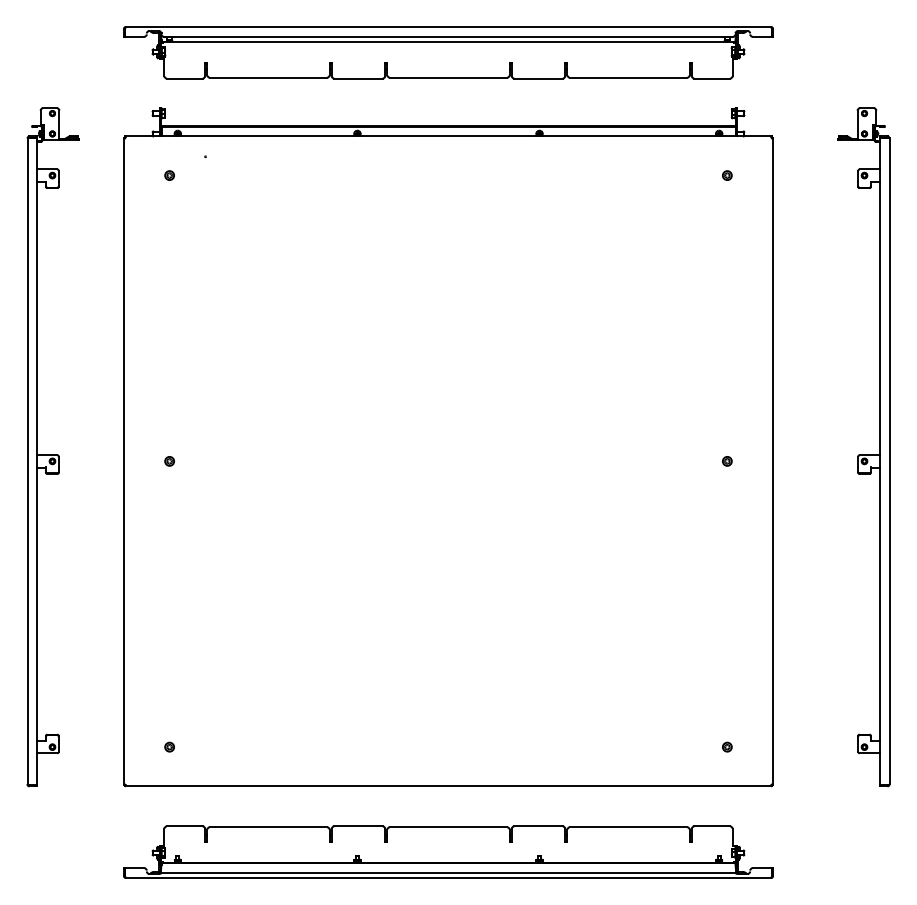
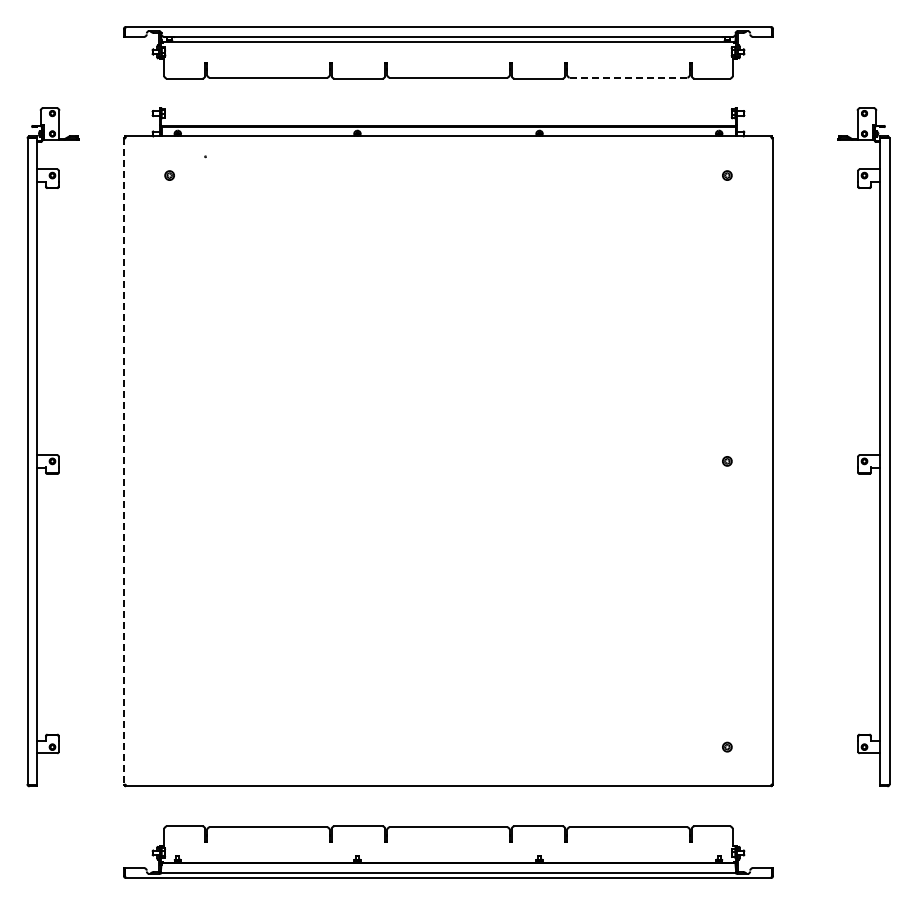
line at (628, 77): solid -> dashed
line at (123, 461): solid -> dashed
part at (169, 461): present -> none
part at (169, 746): present -> none
